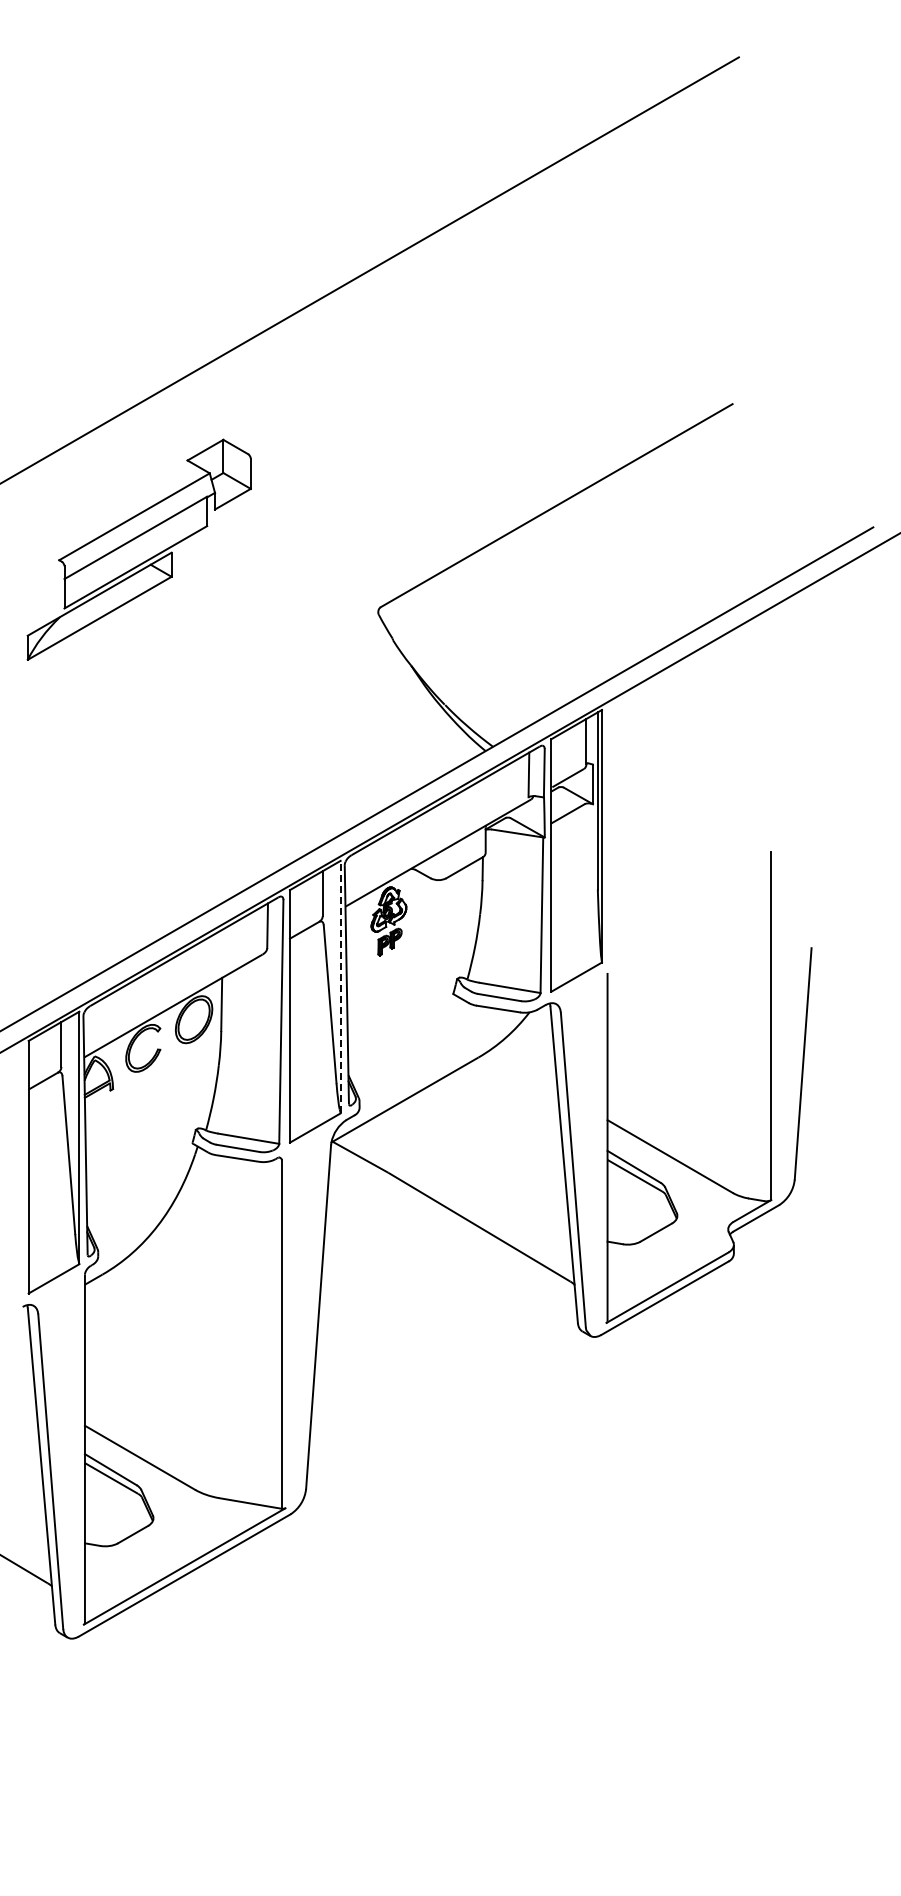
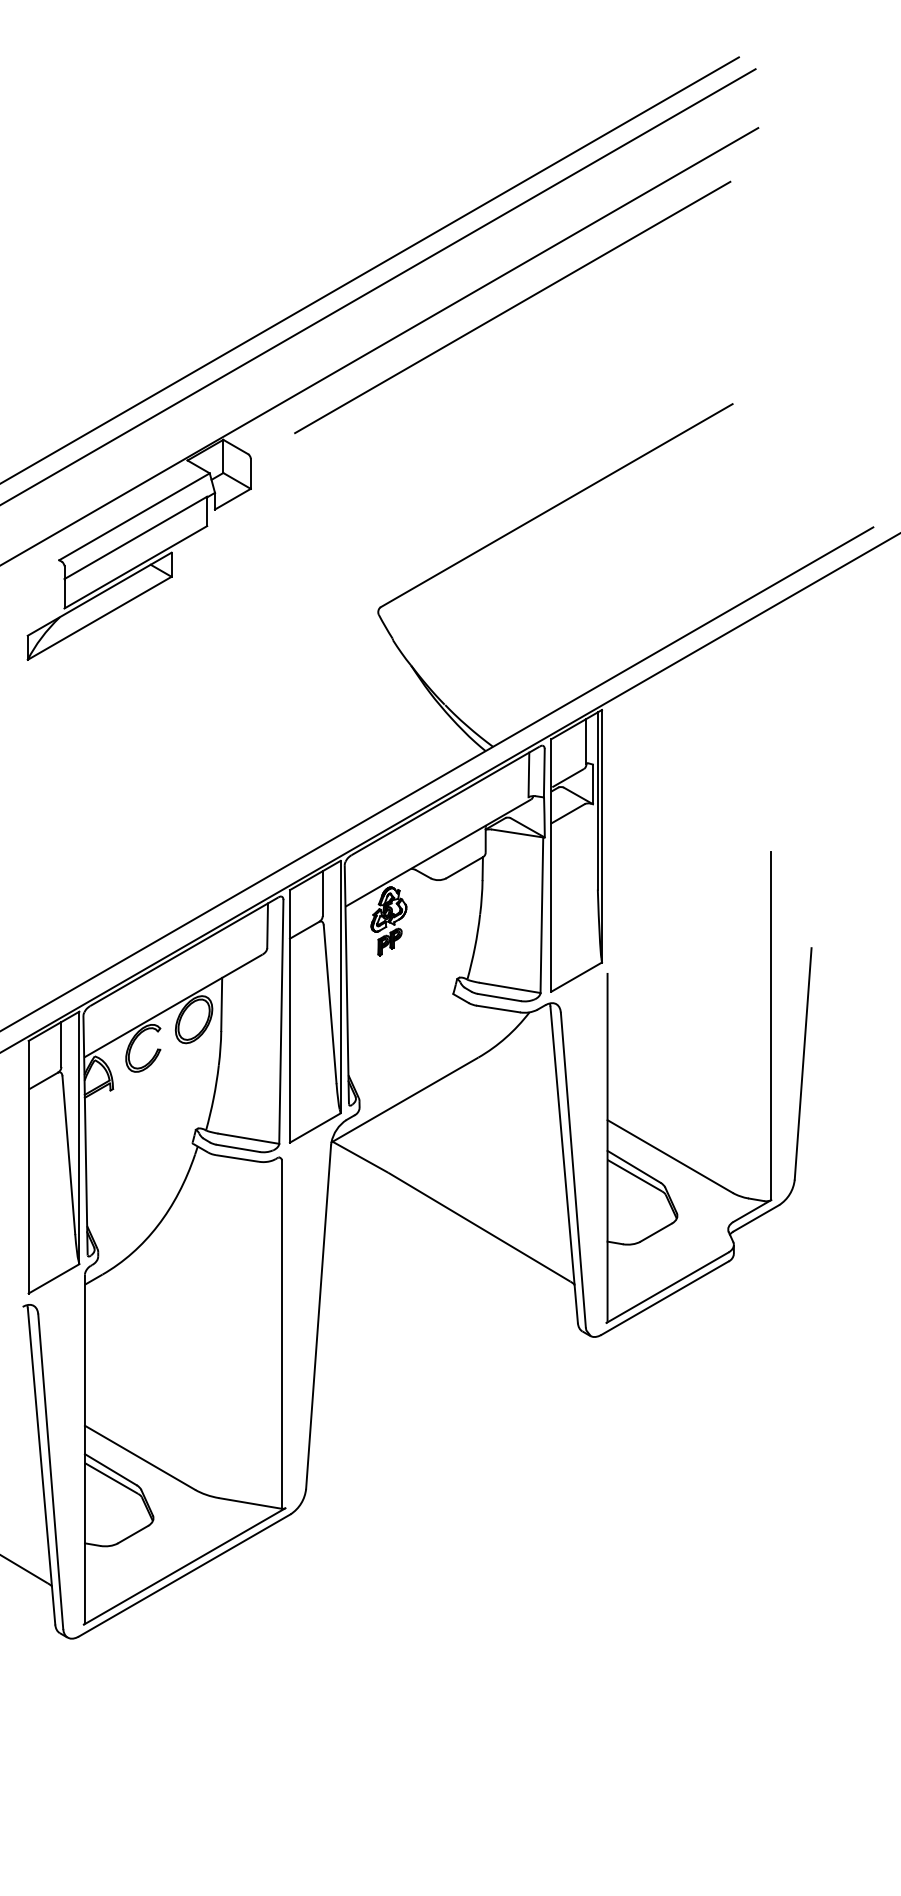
line at (378, 286): none -> present
line at (512, 307): none -> present
line at (380, 346): none -> present
line at (340, 986): dashed -> solid
